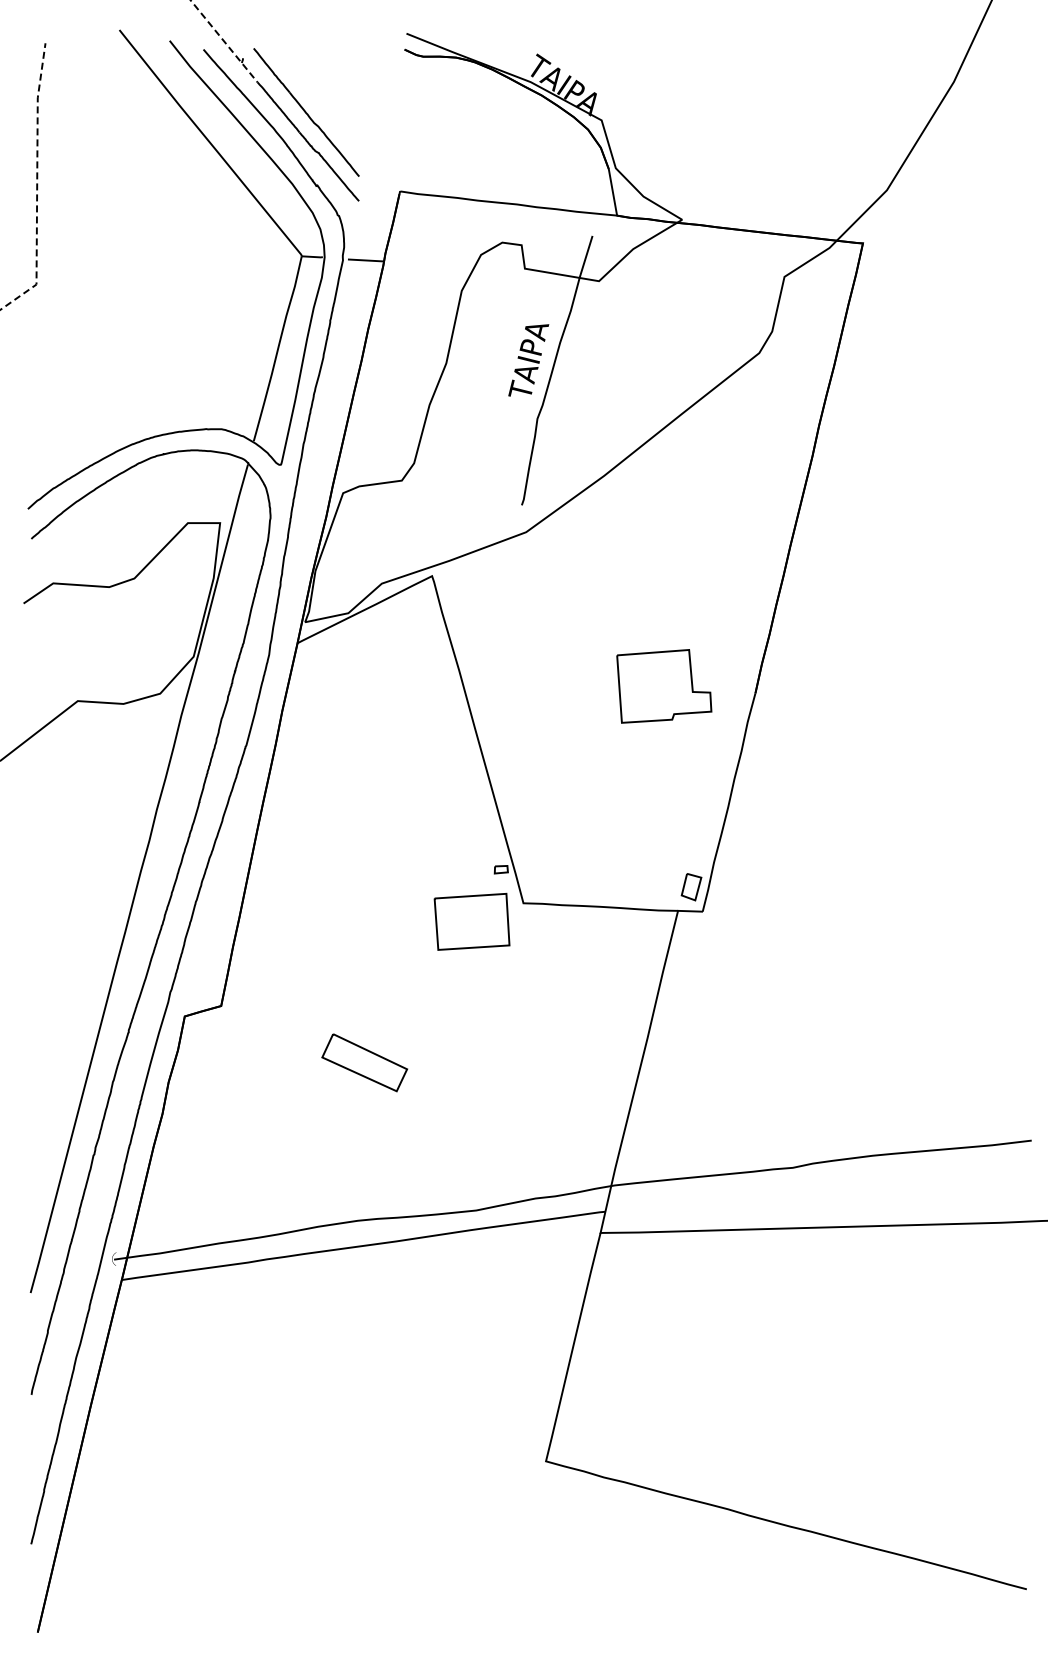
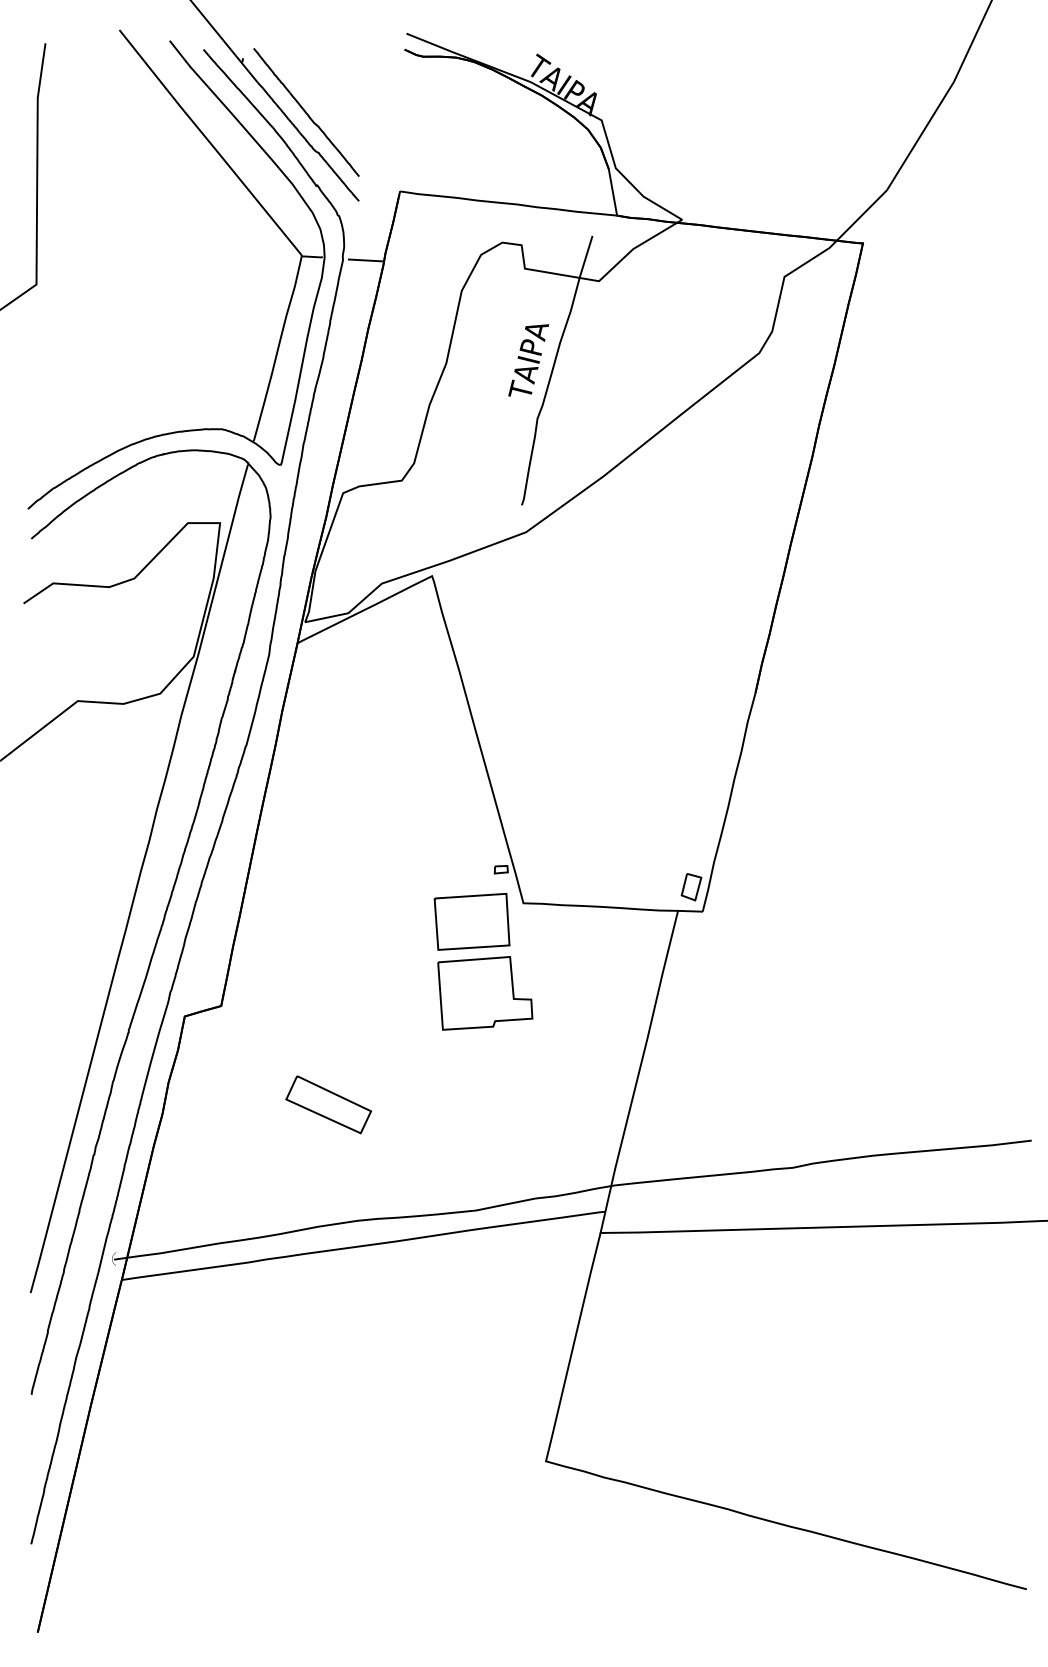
line at (224, 41): dashed -> solid
line at (37, 184): dashed -> solid
part at (664, 686) position: (664, 686) -> (485, 993)
part at (364, 1062) position: (364, 1062) -> (328, 1104)
